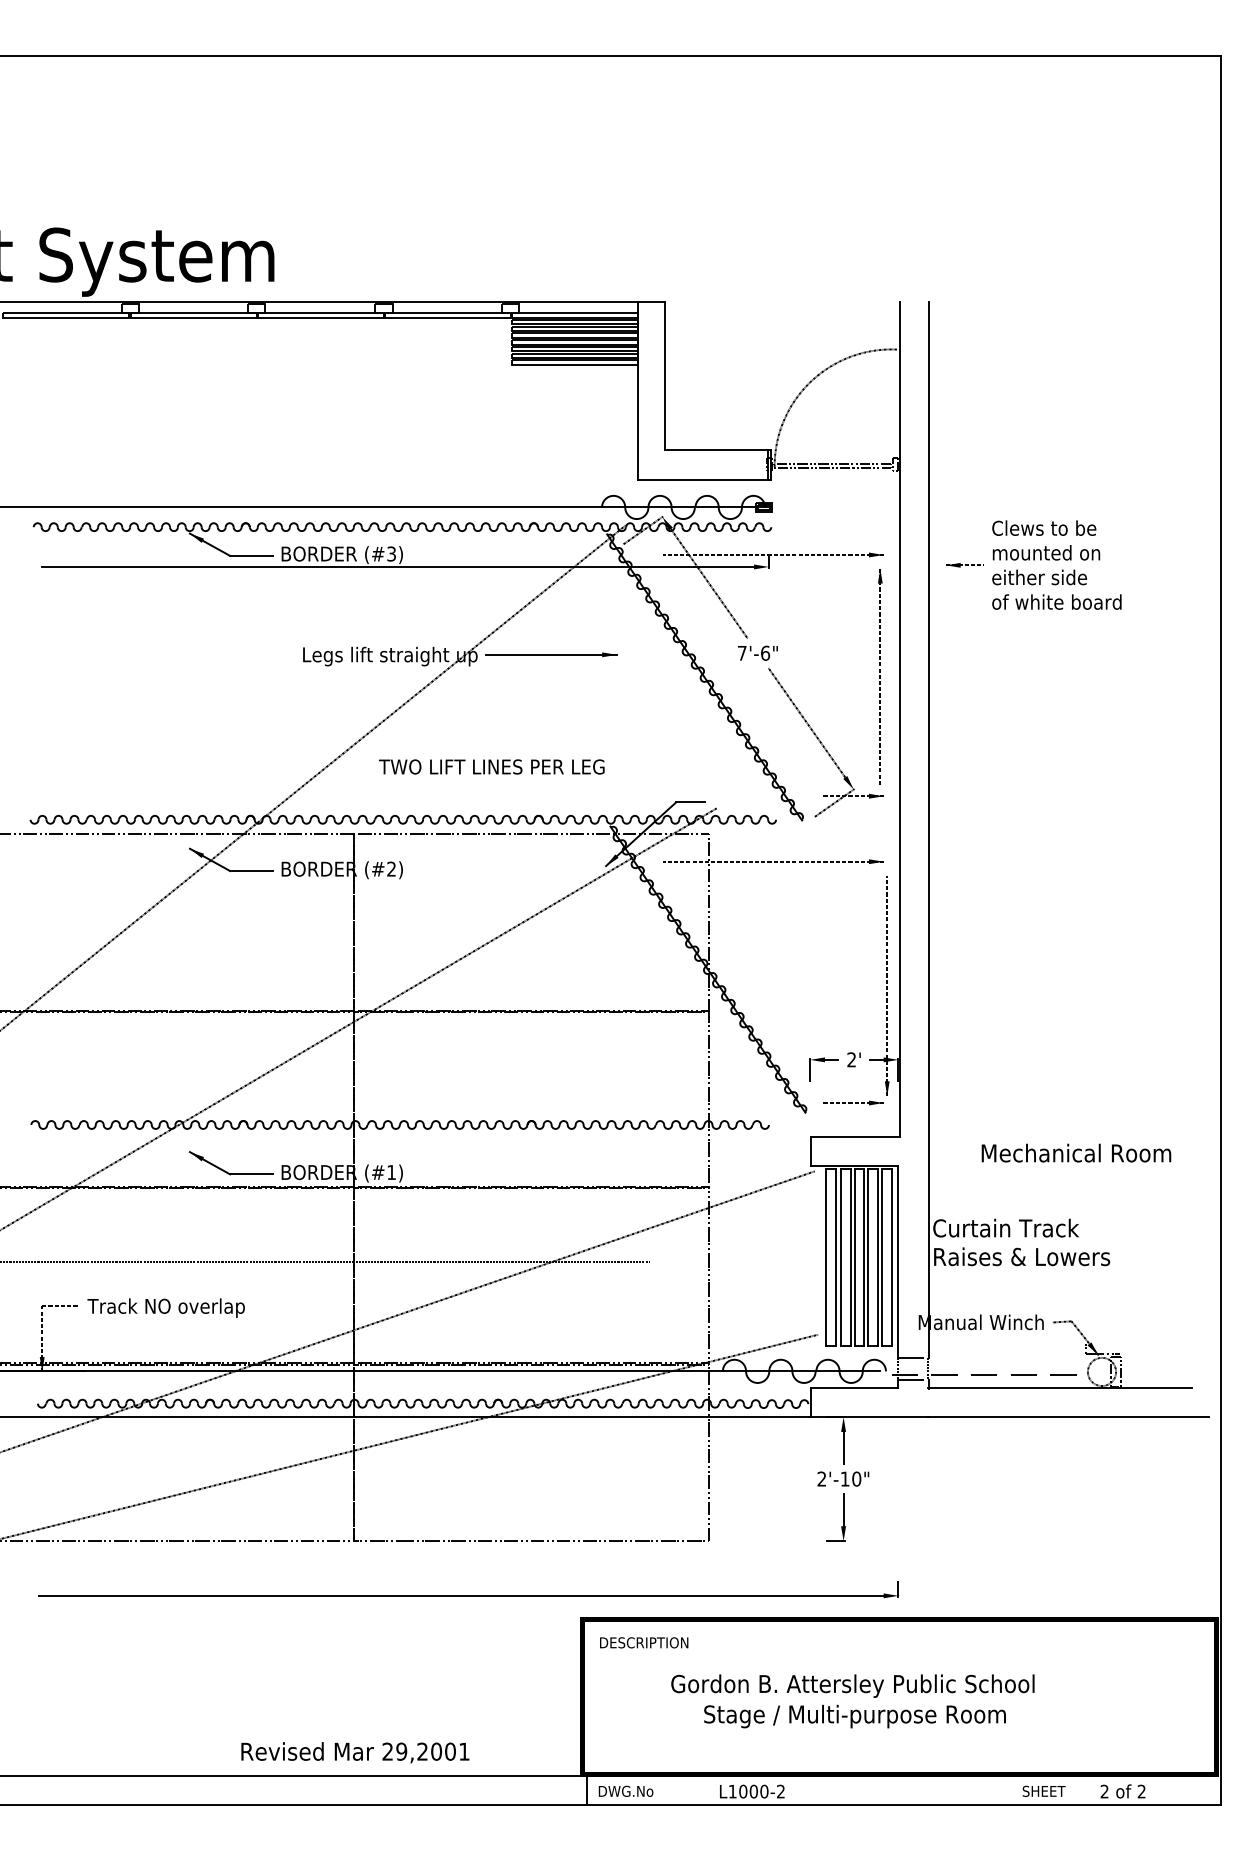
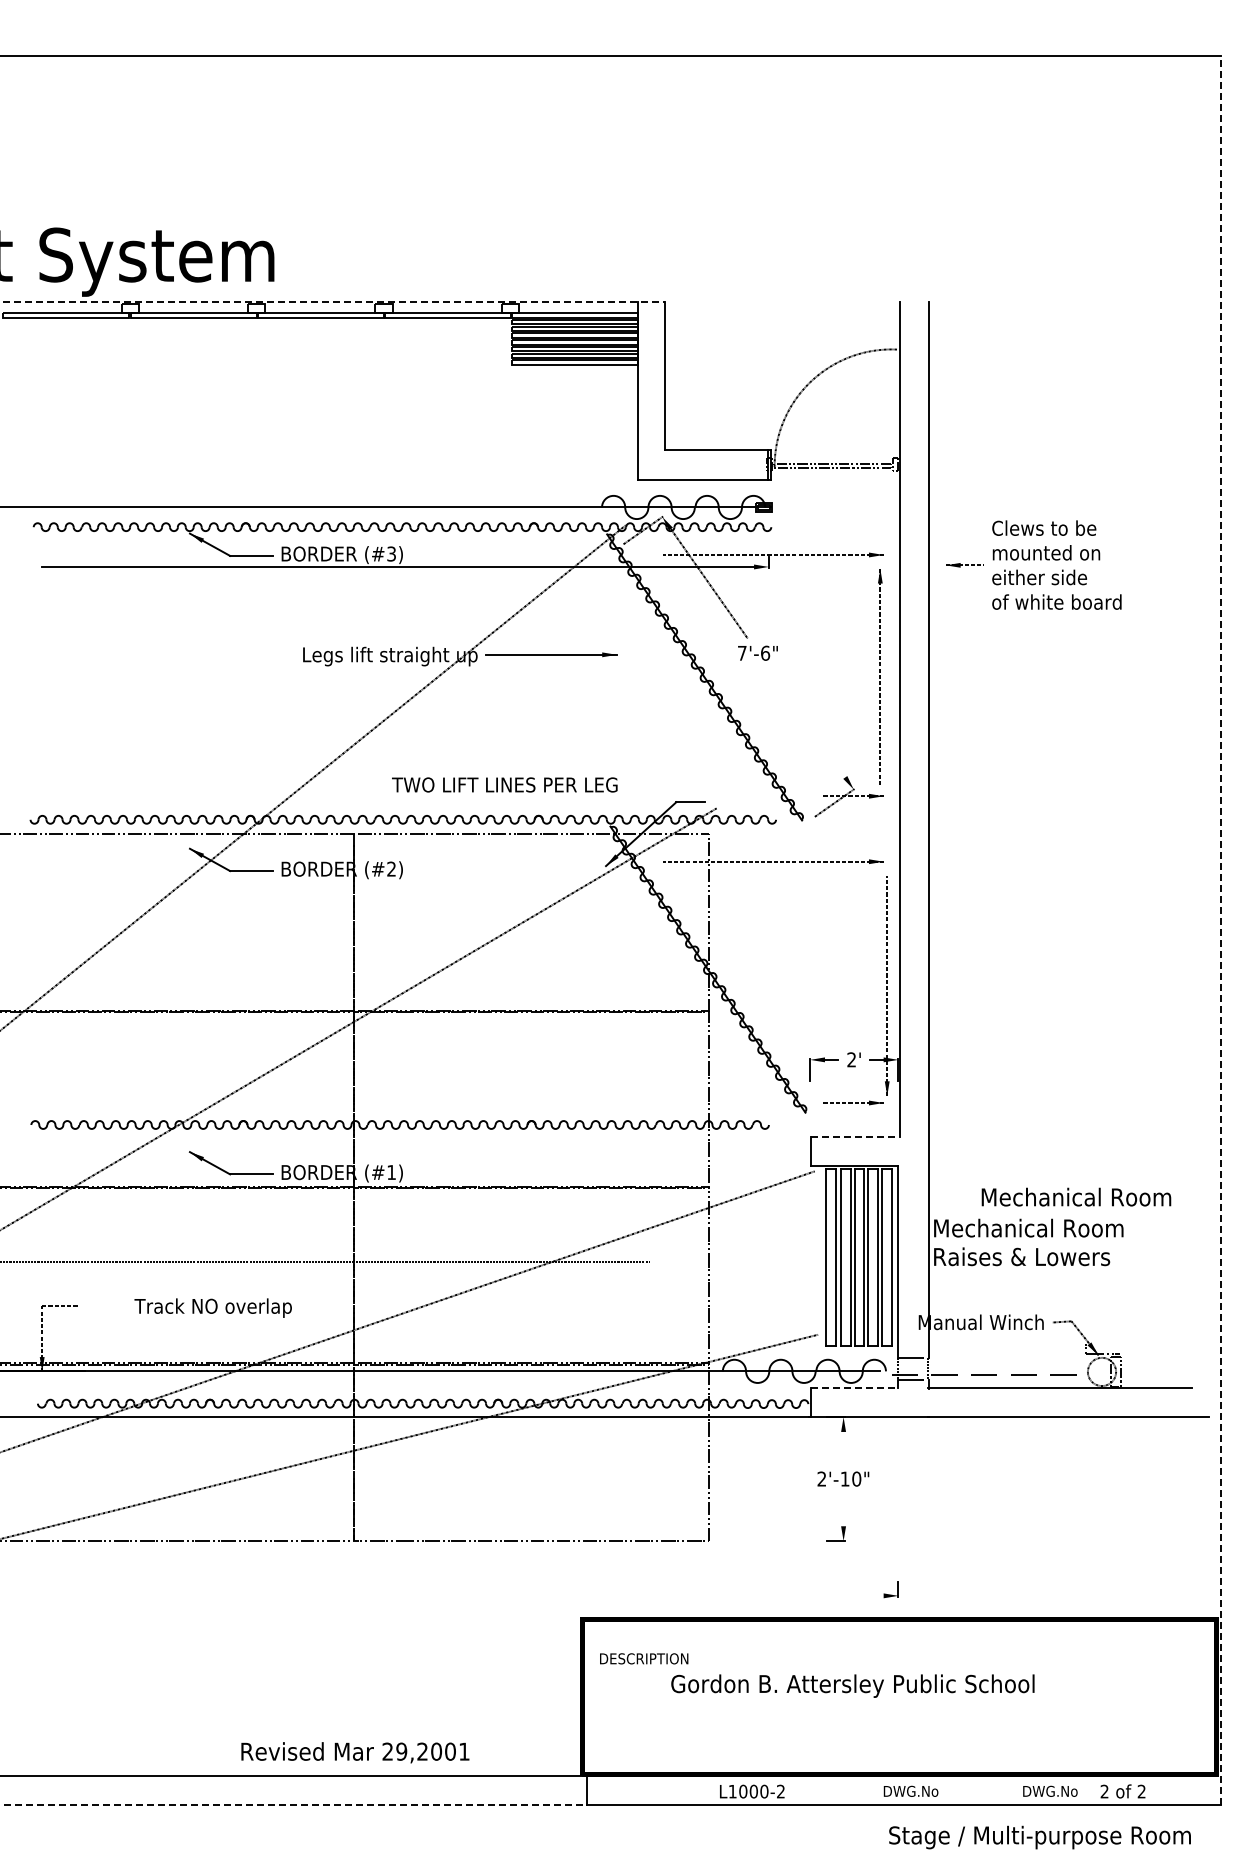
line at (333, 302): solid -> dashed
line at (806, 722): present -> none
text at (491, 766) position: (491, 766) -> (504, 784)
line at (1221, 930): solid -> dashed
line at (854, 1137): solid -> dashed
text at (1076, 1152) position: (1076, 1152) -> (1076, 1196)
text at (1028, 1227): Curtain Track -> Mechanical Room
text at (165, 1307) position: (165, 1307) -> (212, 1307)
line at (854, 1388): solid -> dashed
line at (843, 1447): present -> none
line at (843, 1509): present -> none
line at (461, 1595): present -> none
text at (644, 1642) position: (644, 1642) -> (644, 1658)
text at (854, 1716) position: (854, 1716) -> (1039, 1837)
text at (625, 1790) position: (625, 1790) -> (910, 1790)
text at (1049, 1790): SHEET -> DWG.No
line at (293, 1805): solid -> dashed
